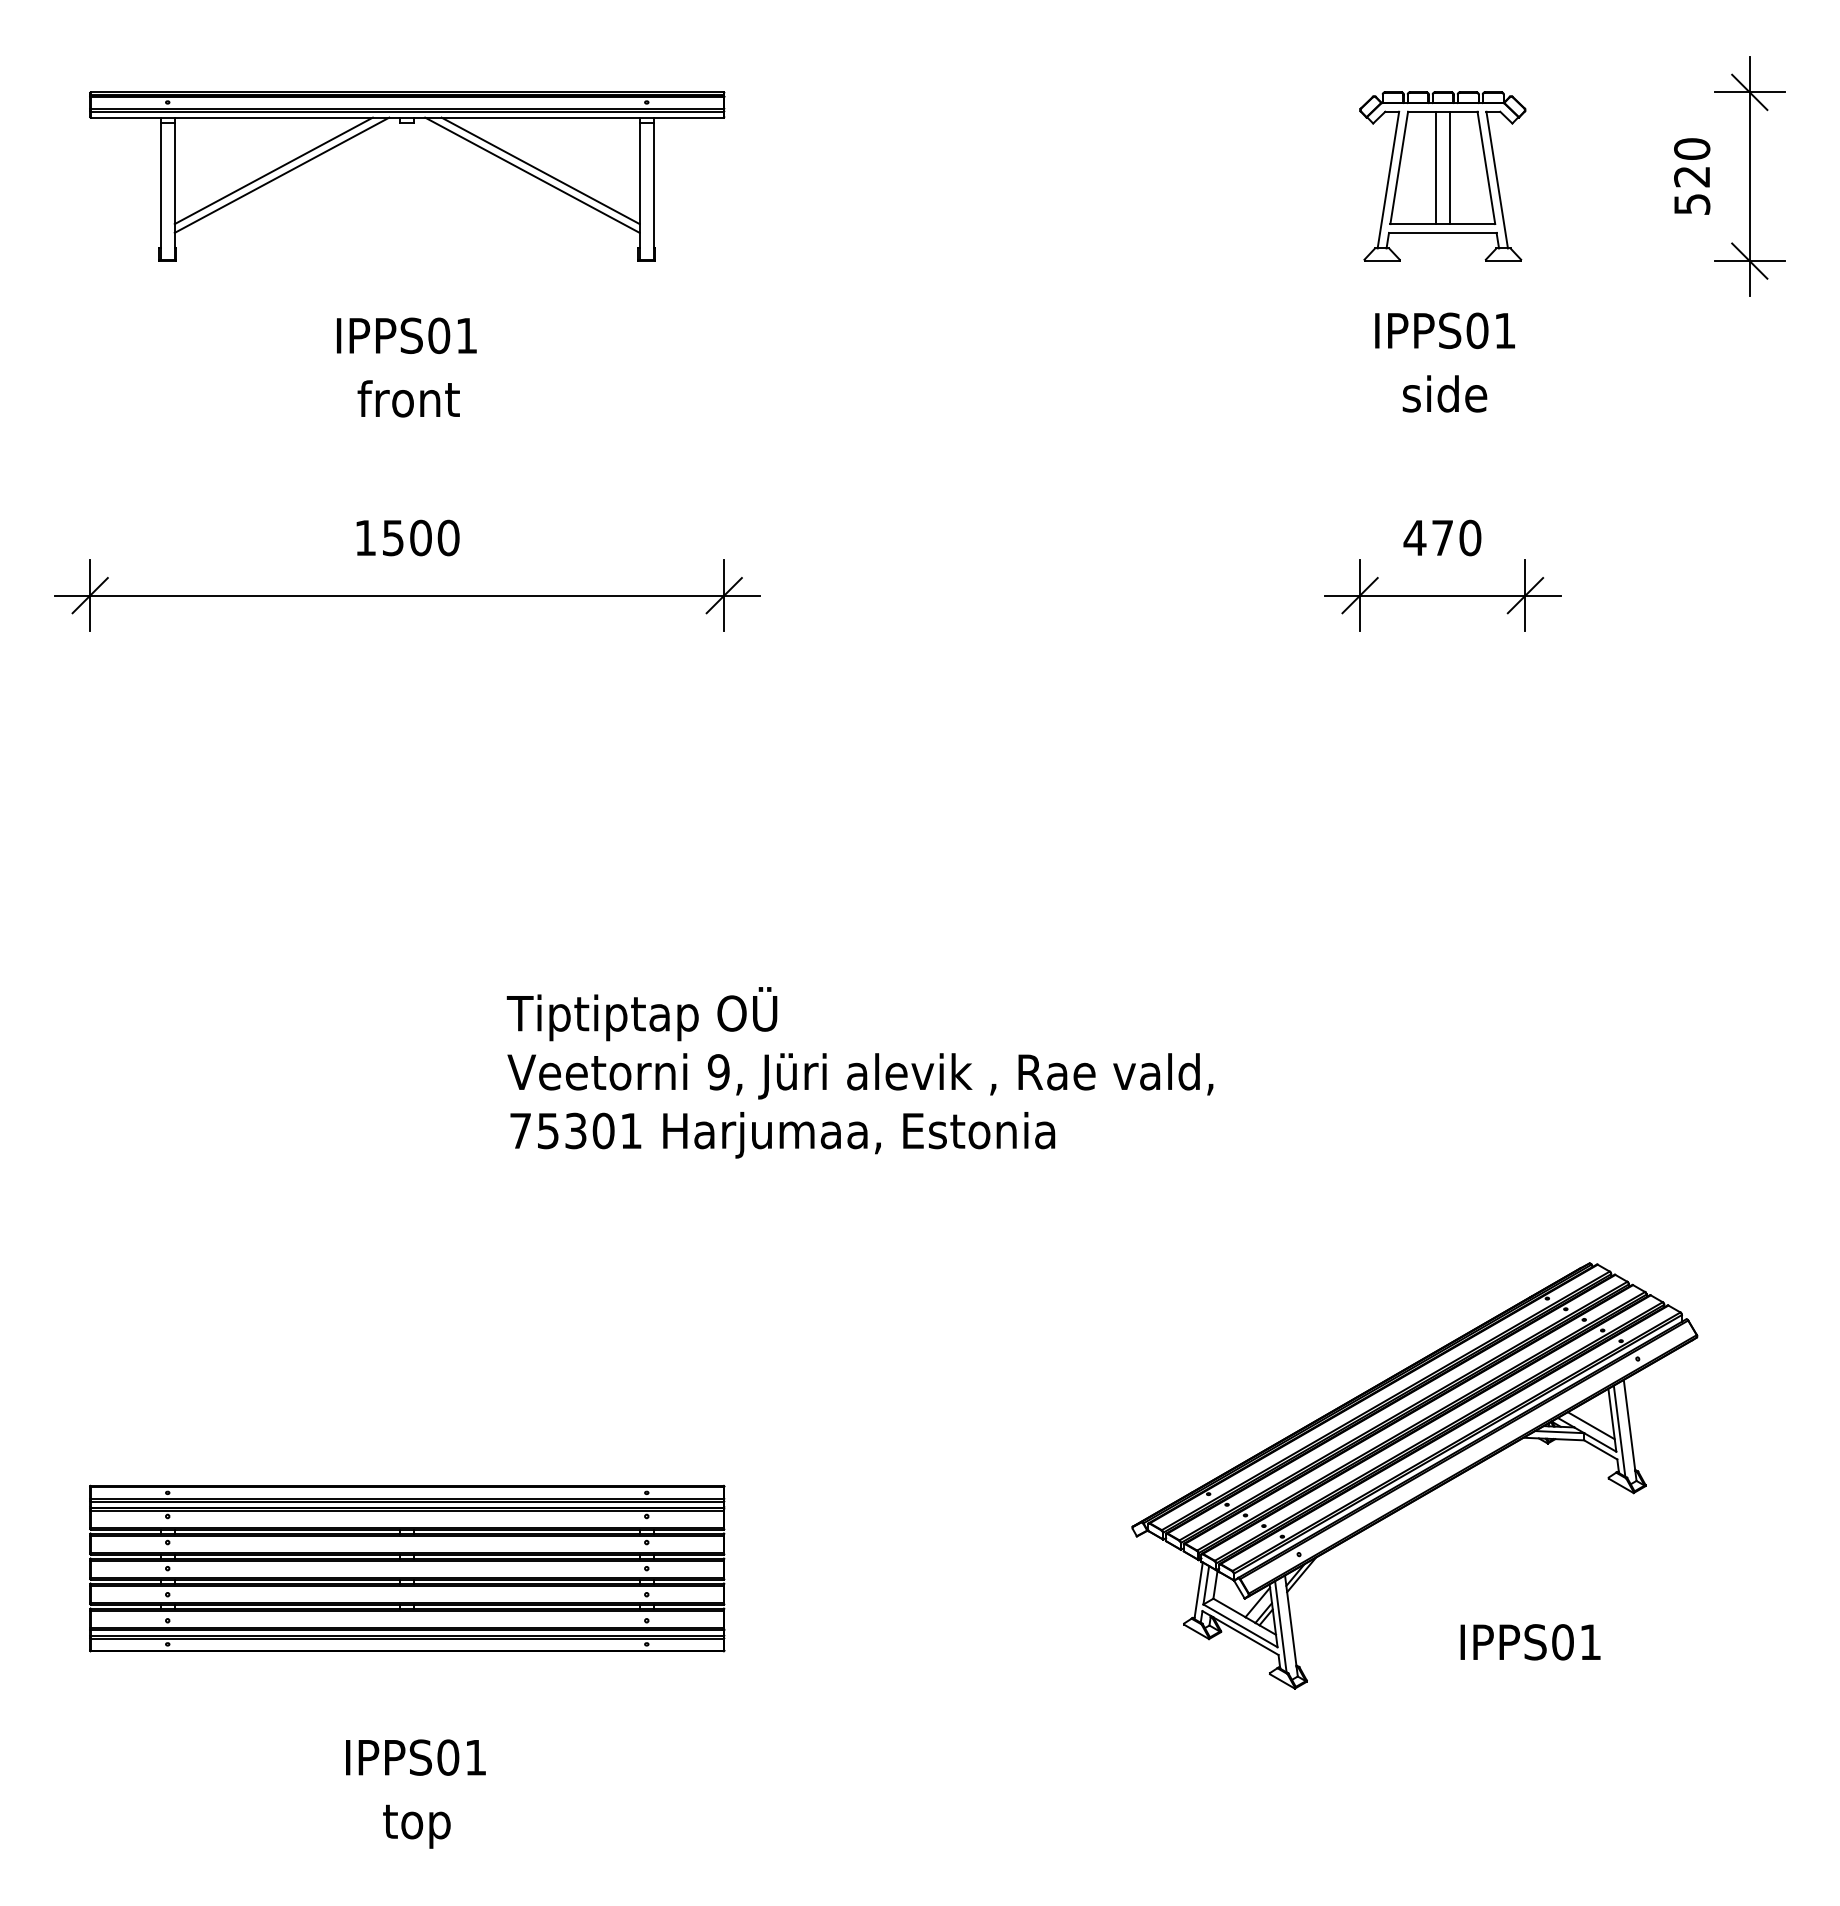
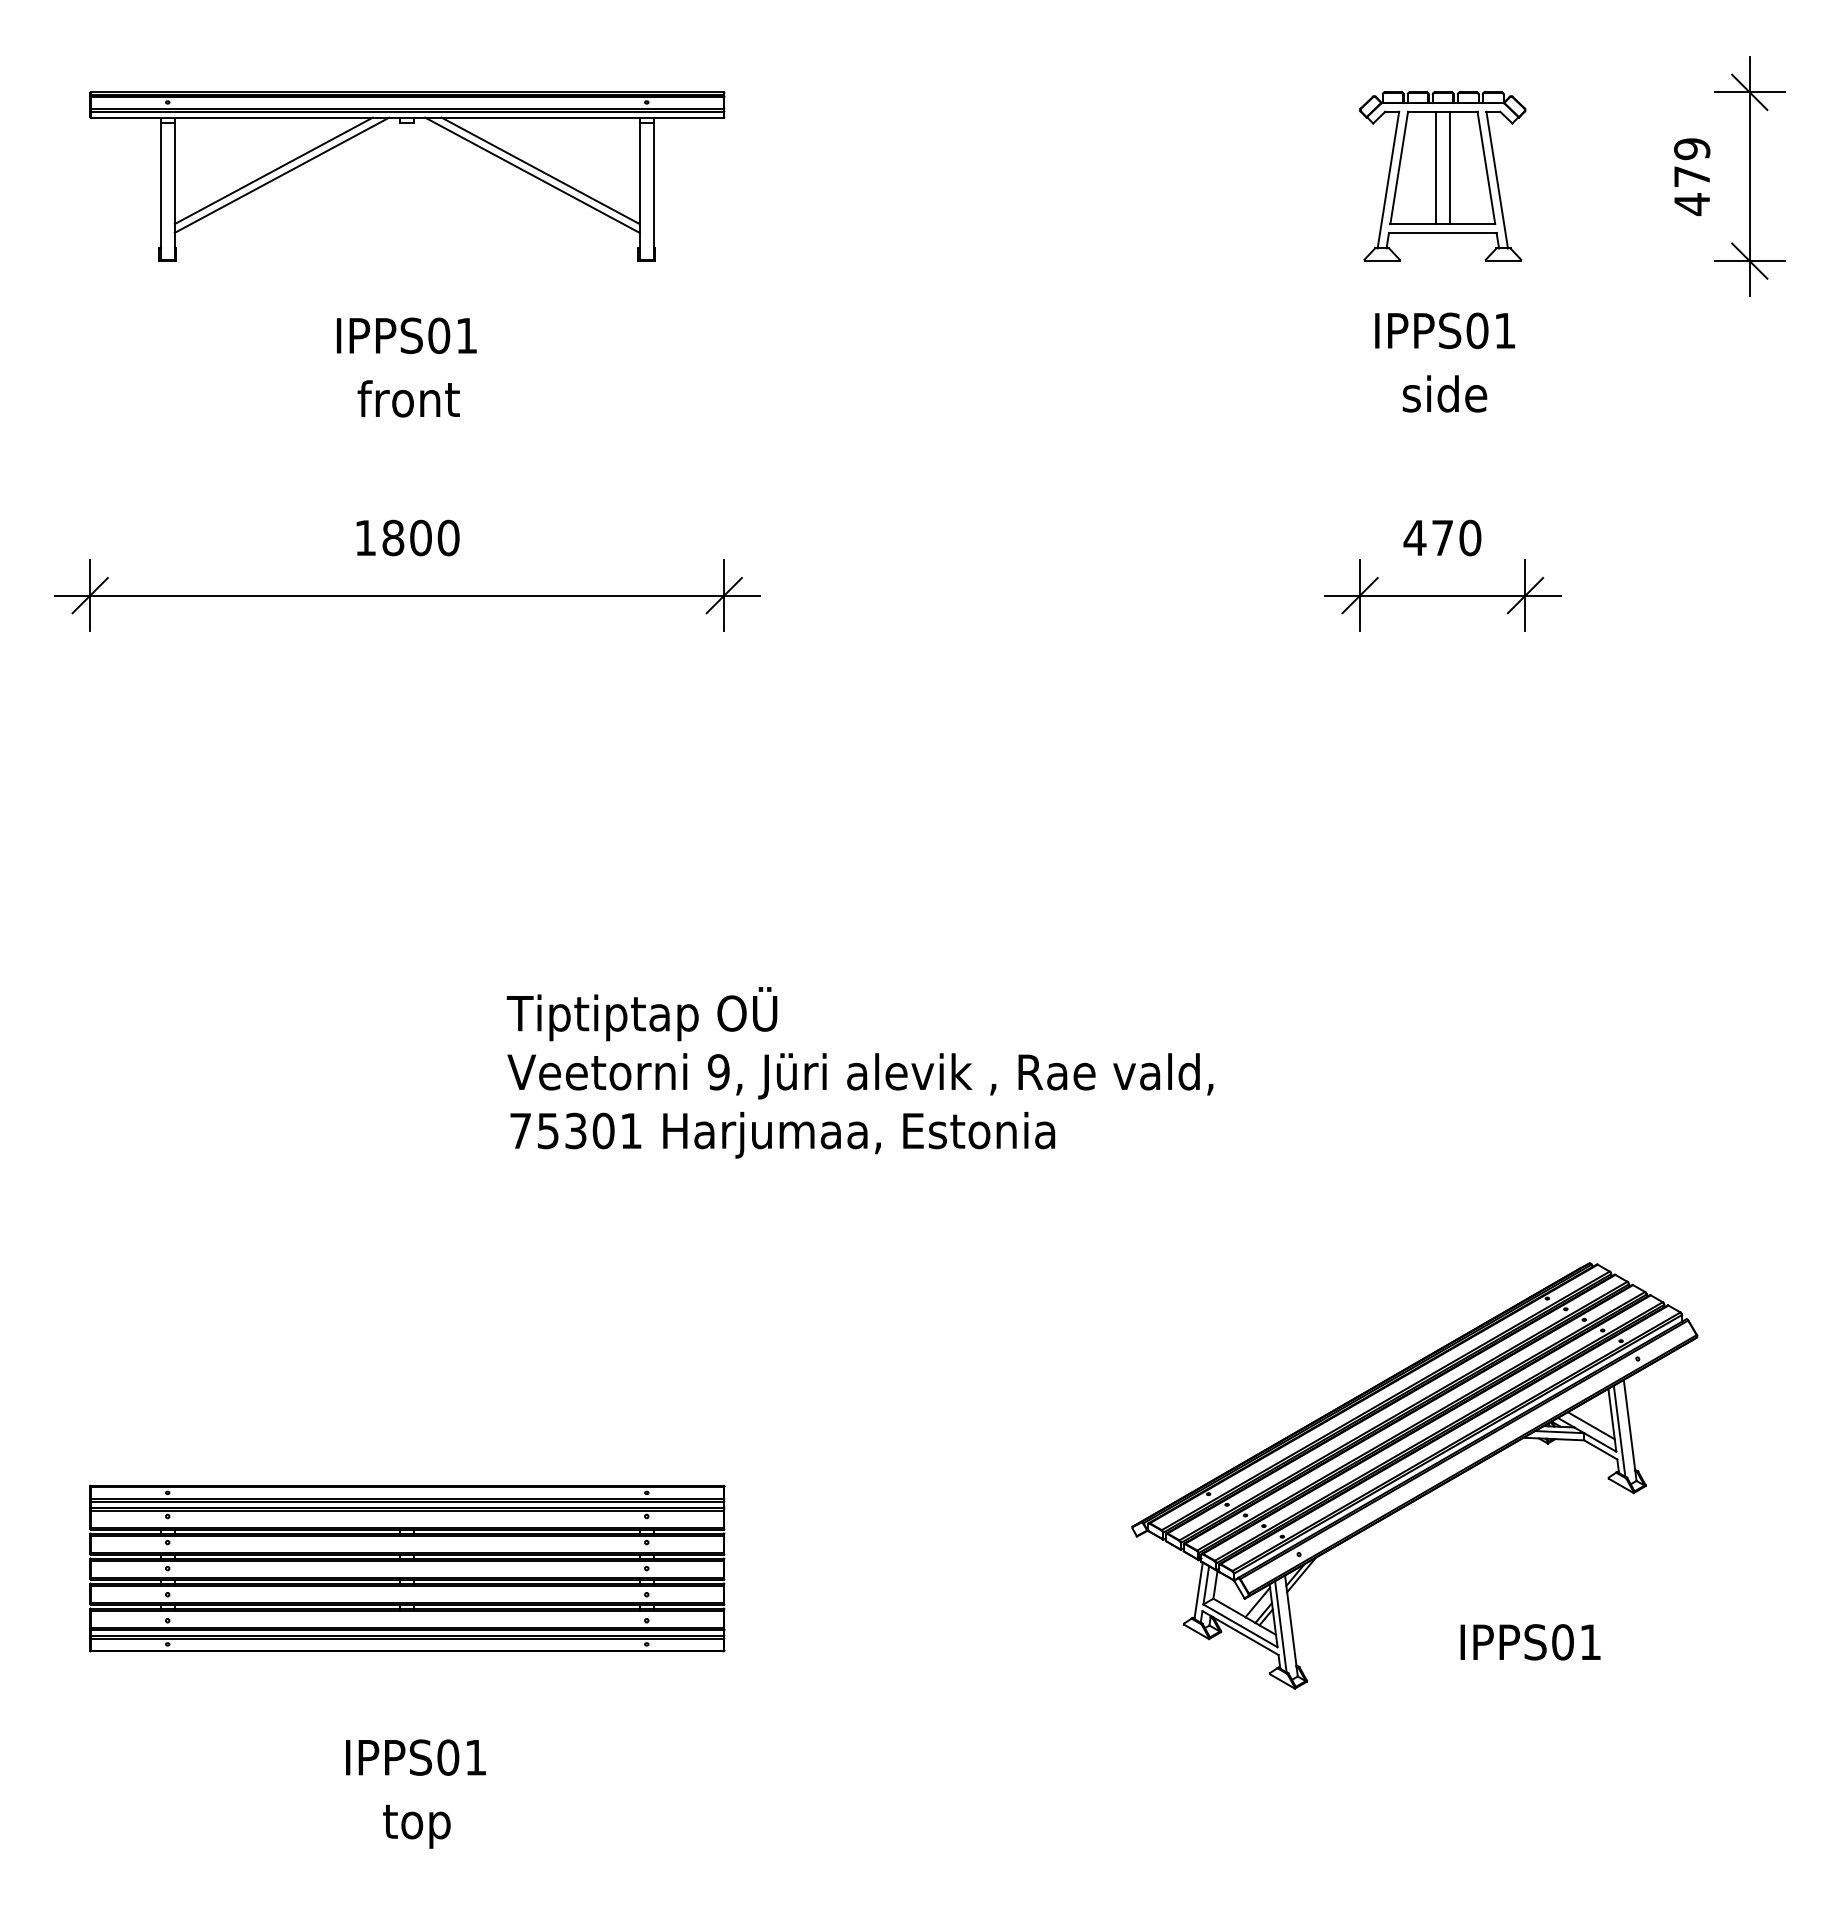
text at (1692, 177): 520 -> 479
text at (393, 537): 1500 -> 1800
